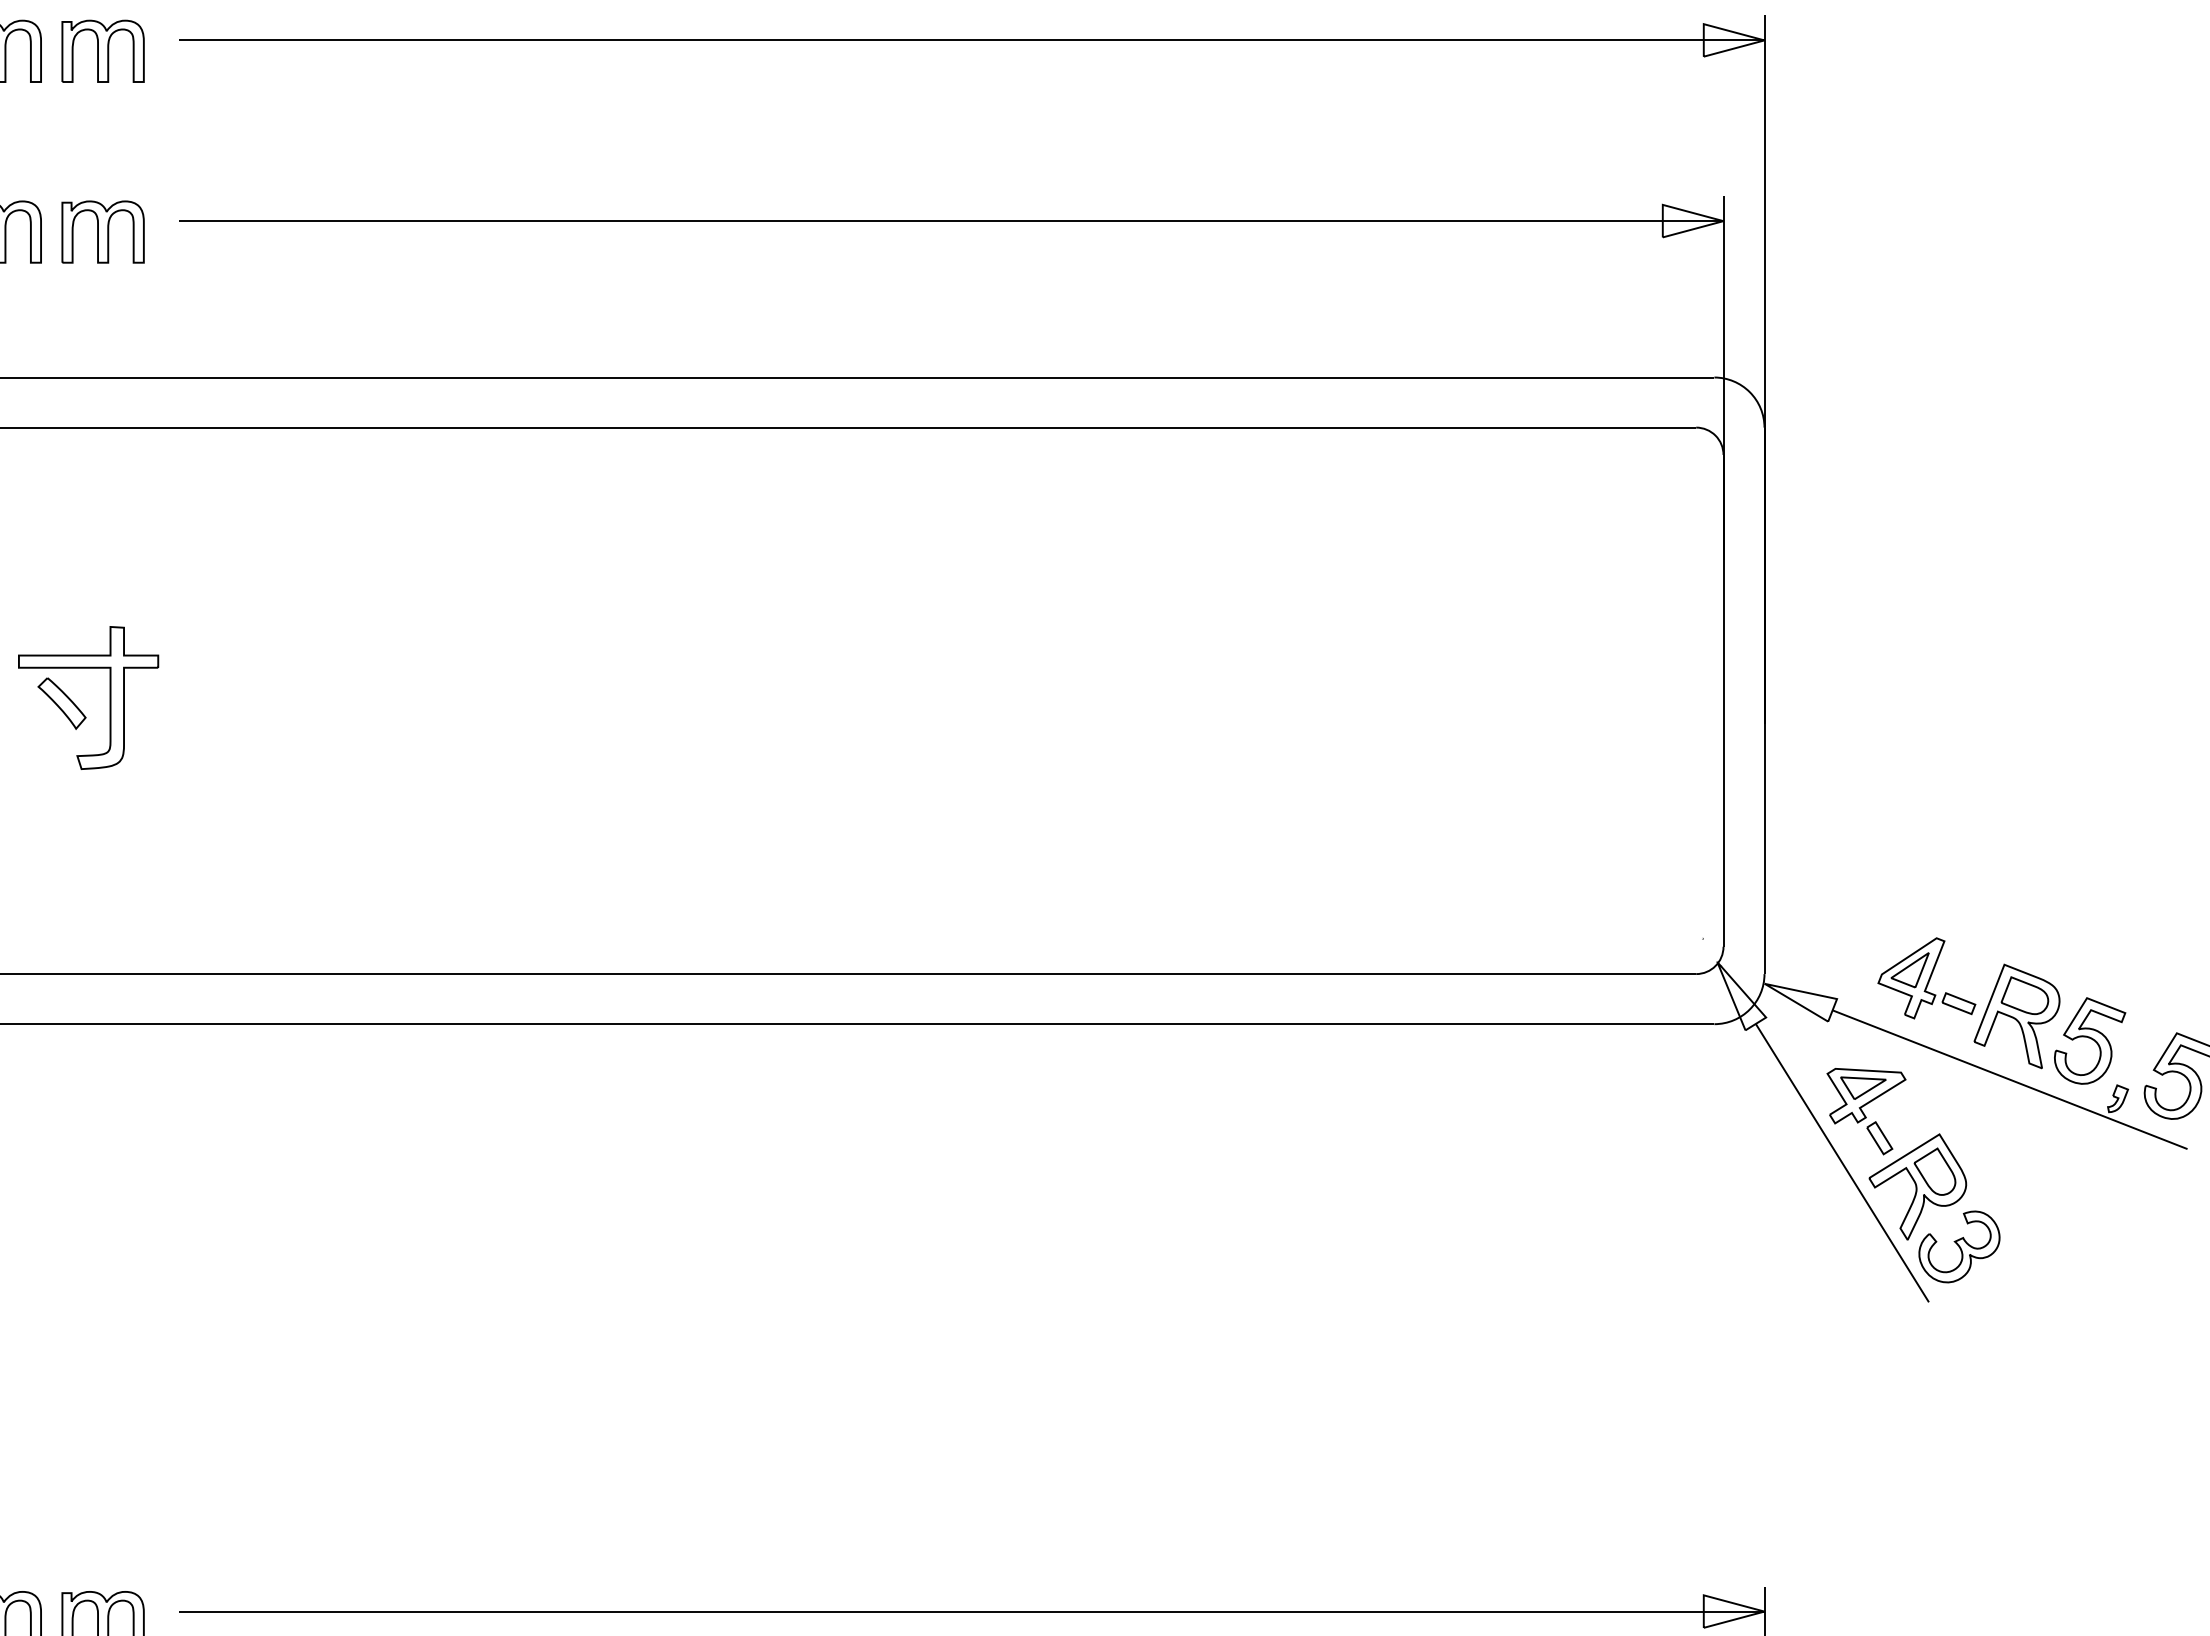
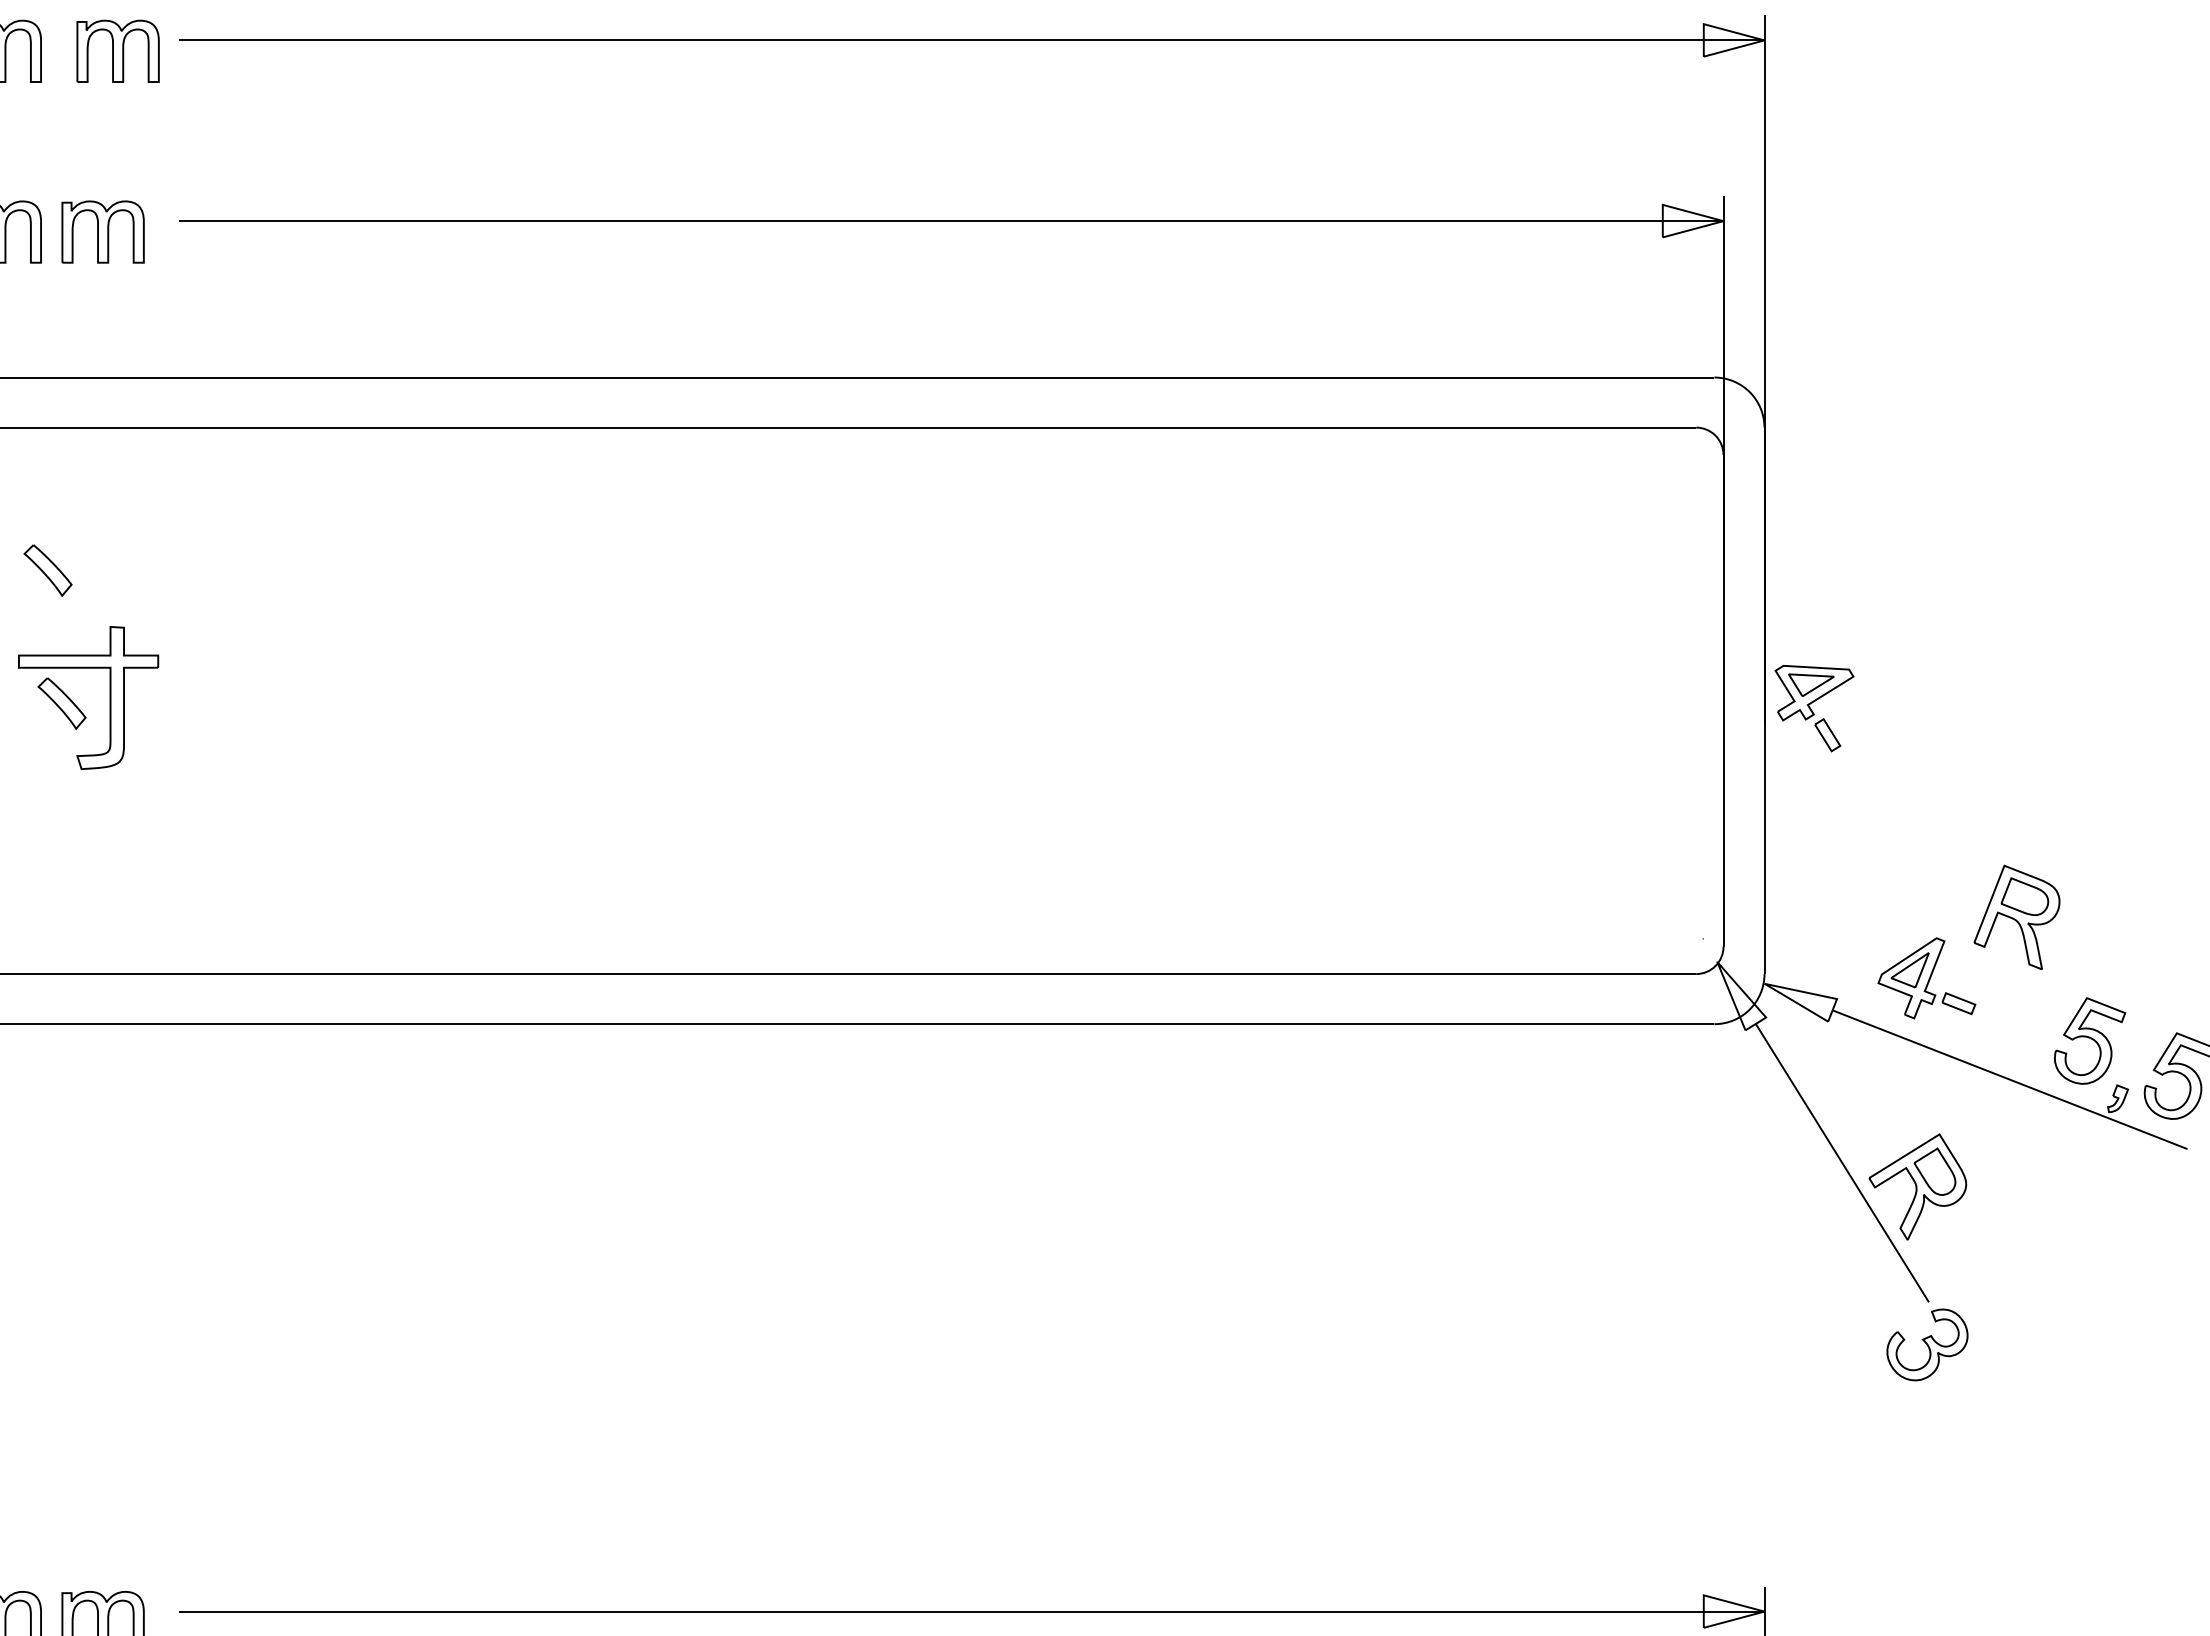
part at (102, 50) position: (102, 50) -> (117, 50)
part at (47, 570): none -> present
part at (2016, 1016) position: (2016, 1016) -> (2016, 917)
part at (1866, 1111) position: (1866, 1111) -> (1814, 708)
part at (1959, 1246) position: (1959, 1246) -> (1927, 1344)
